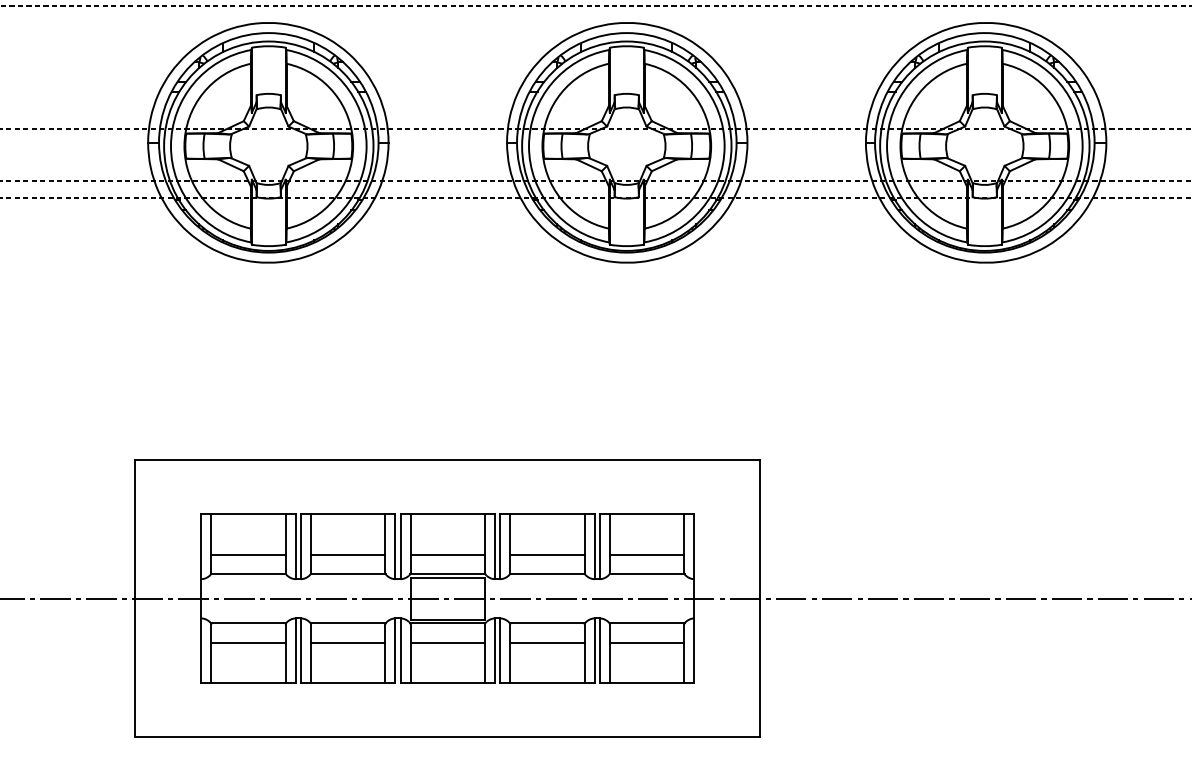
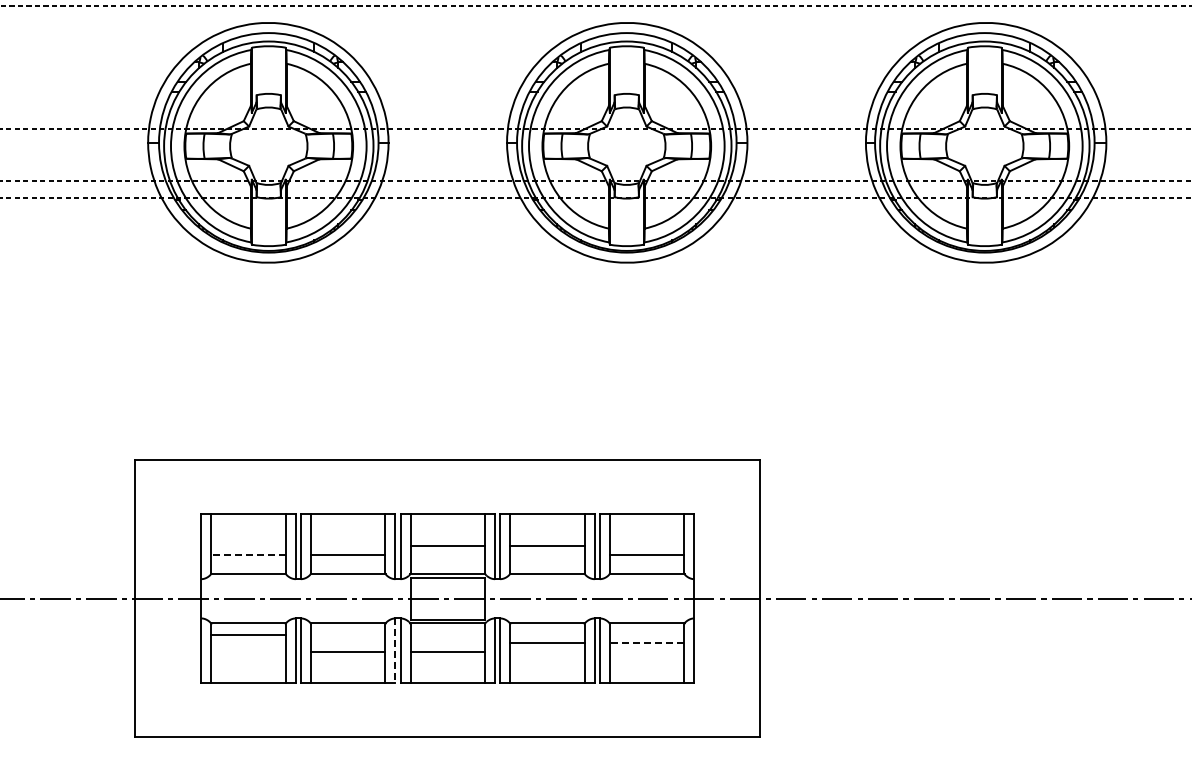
line at (248, 554): solid -> dashed
line at (447, 554) position: (447, 554) -> (447, 545)
line at (547, 554) position: (547, 554) -> (547, 545)
line at (248, 642) position: (248, 642) -> (248, 634)
line at (348, 642) position: (348, 642) -> (348, 651)
line at (447, 642) position: (447, 642) -> (447, 651)
line at (646, 642): solid -> dashed
line at (395, 651): solid -> dashed
